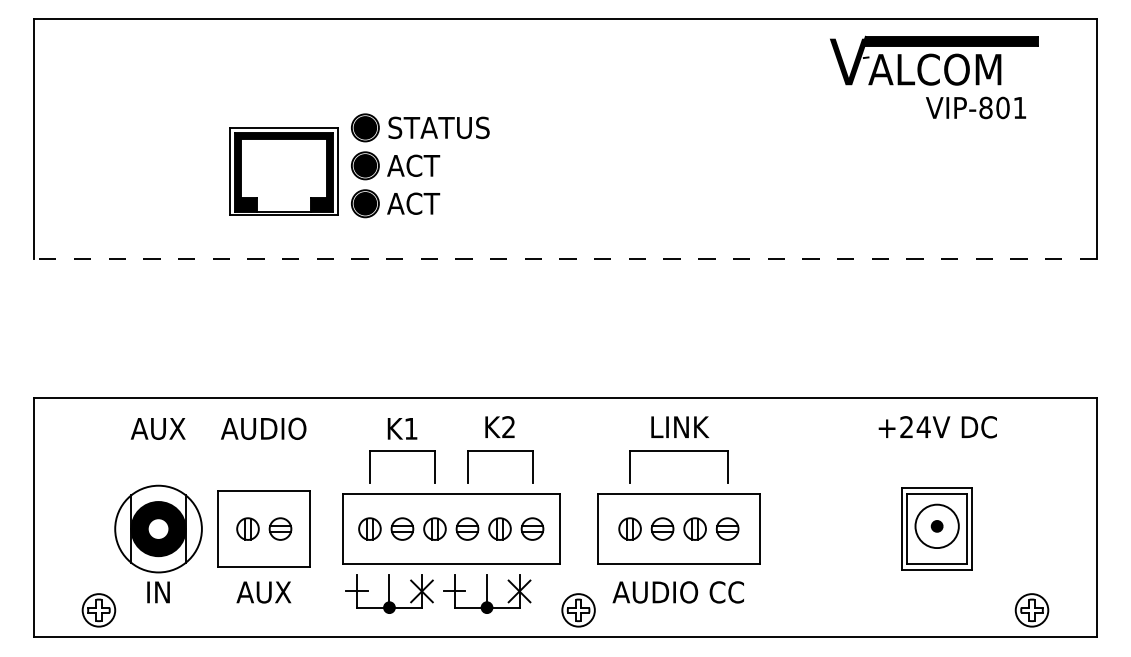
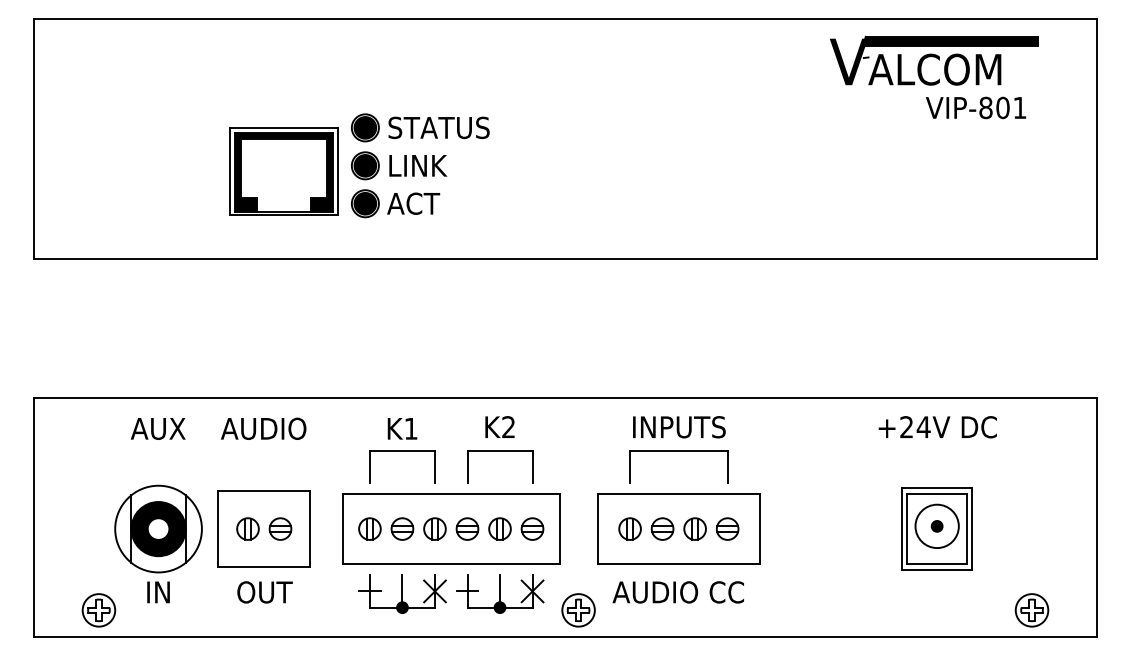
text at (417, 165): ACT -> LINK
line at (565, 258): dashed -> solid
text at (679, 427): LINK -> INPUTS
text at (264, 592): AUX -> OUT
part at (438, 593) position: (438, 593) -> (451, 593)
